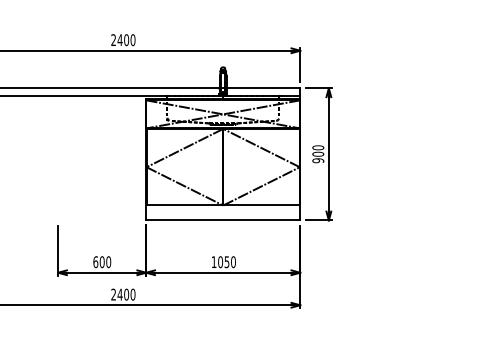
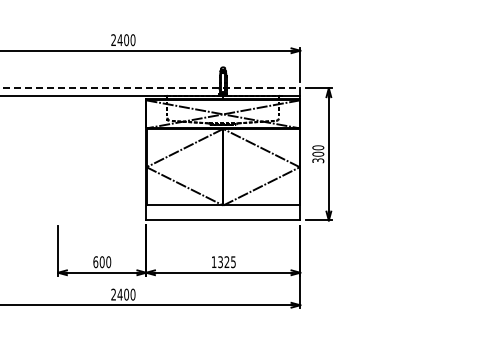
line at (150, 88): solid -> dashed
text at (317, 160): 900 -> 300
text at (226, 262): 1050 -> 1325
